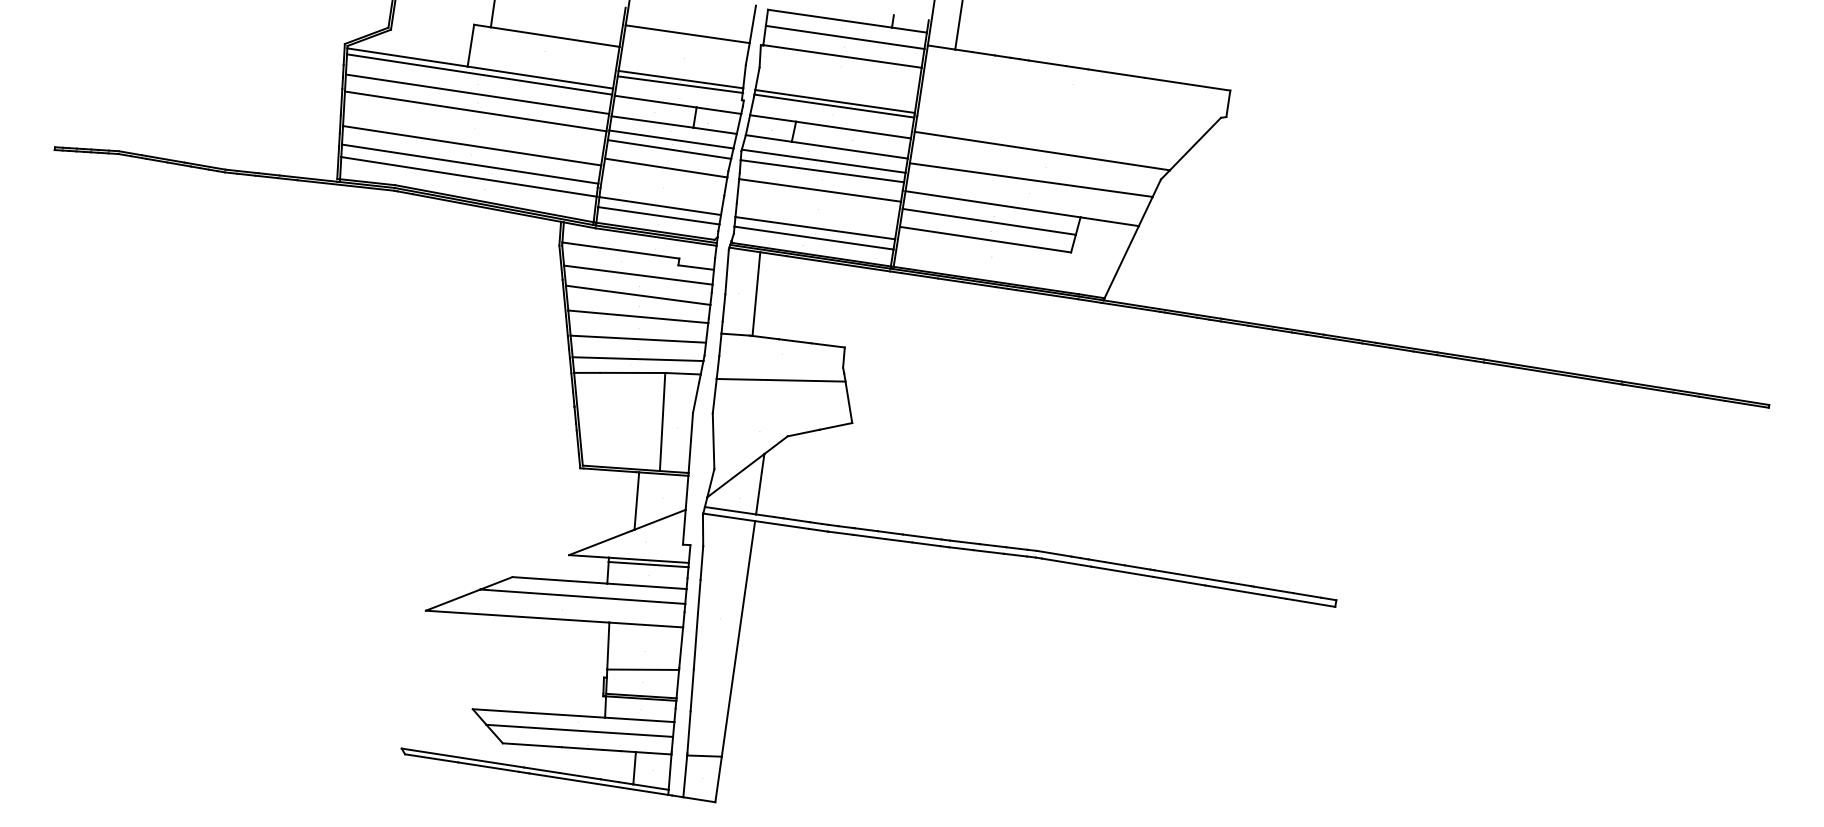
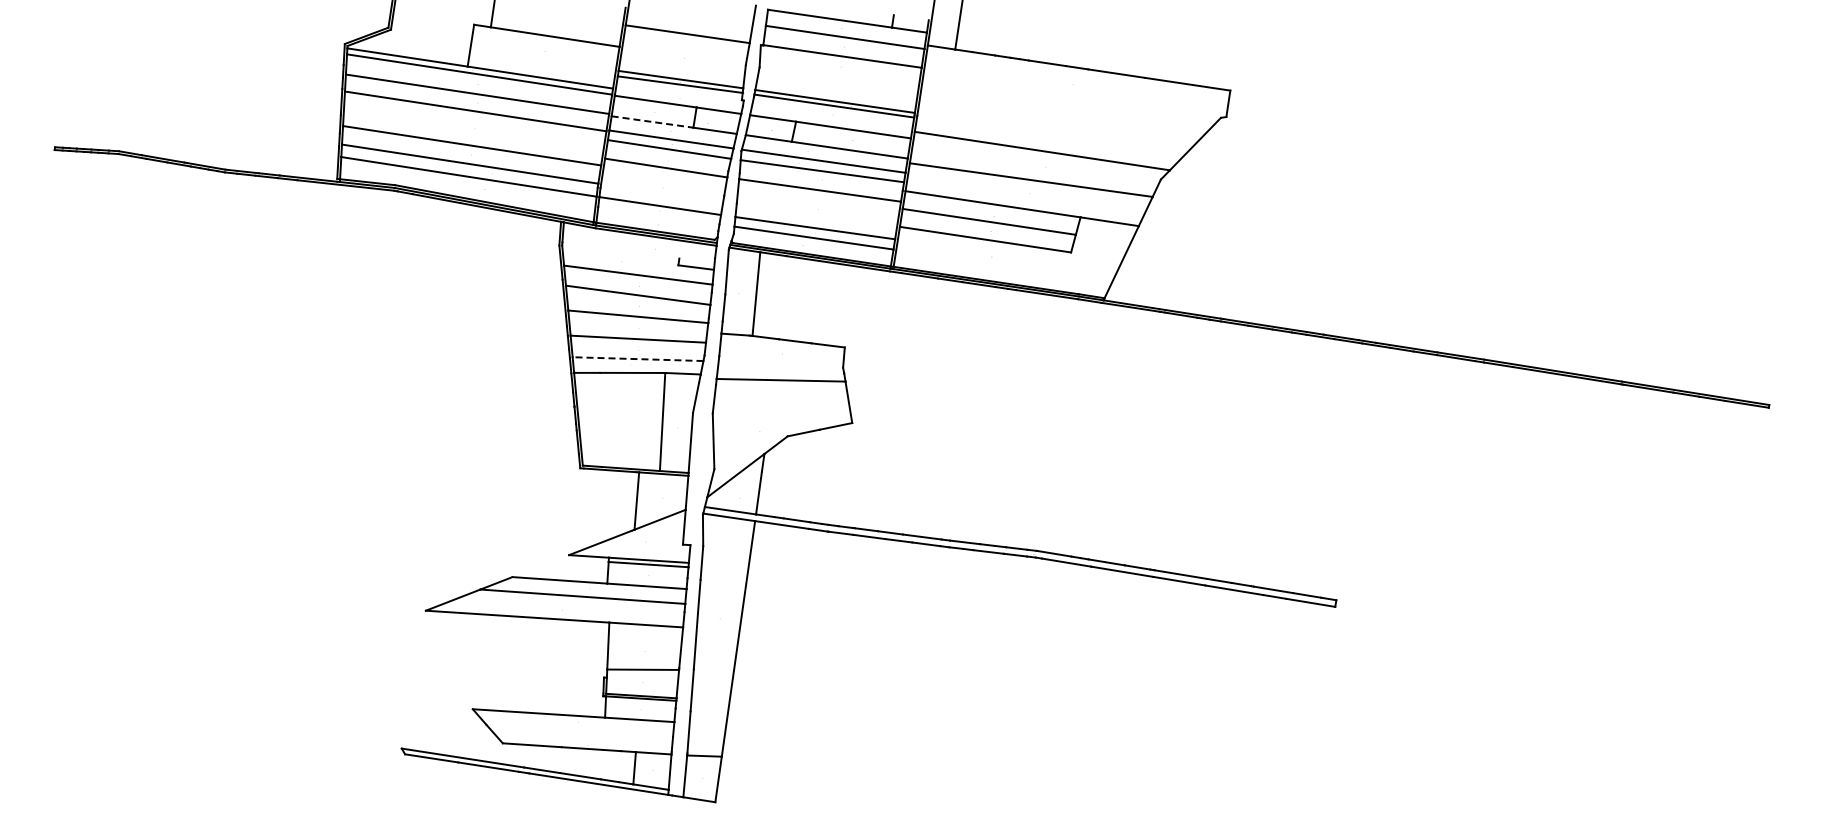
line at (653, 122): solid -> dashed
line at (658, 215): present -> none
line at (620, 250): present -> none
line at (637, 359): solid -> dashed
line at (579, 730): present -> none
